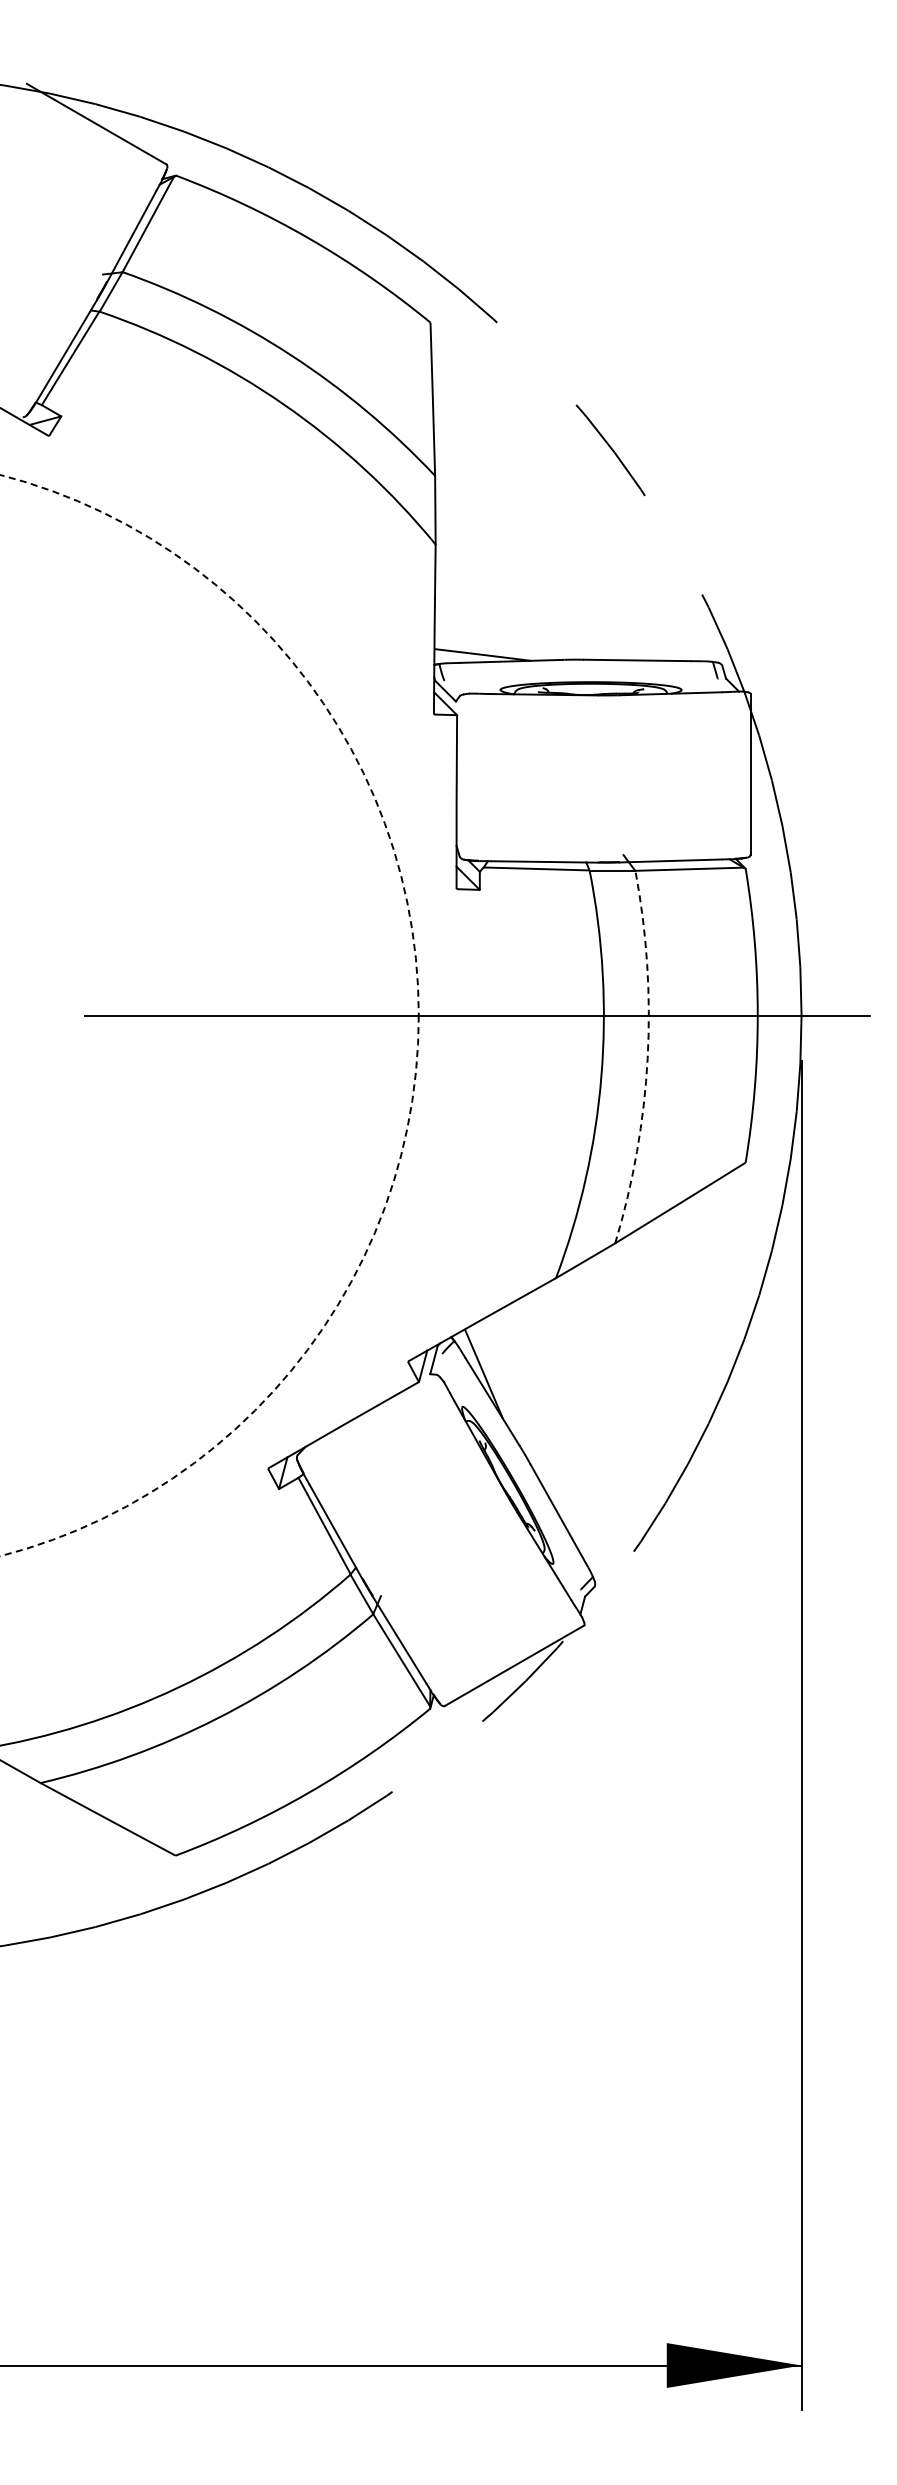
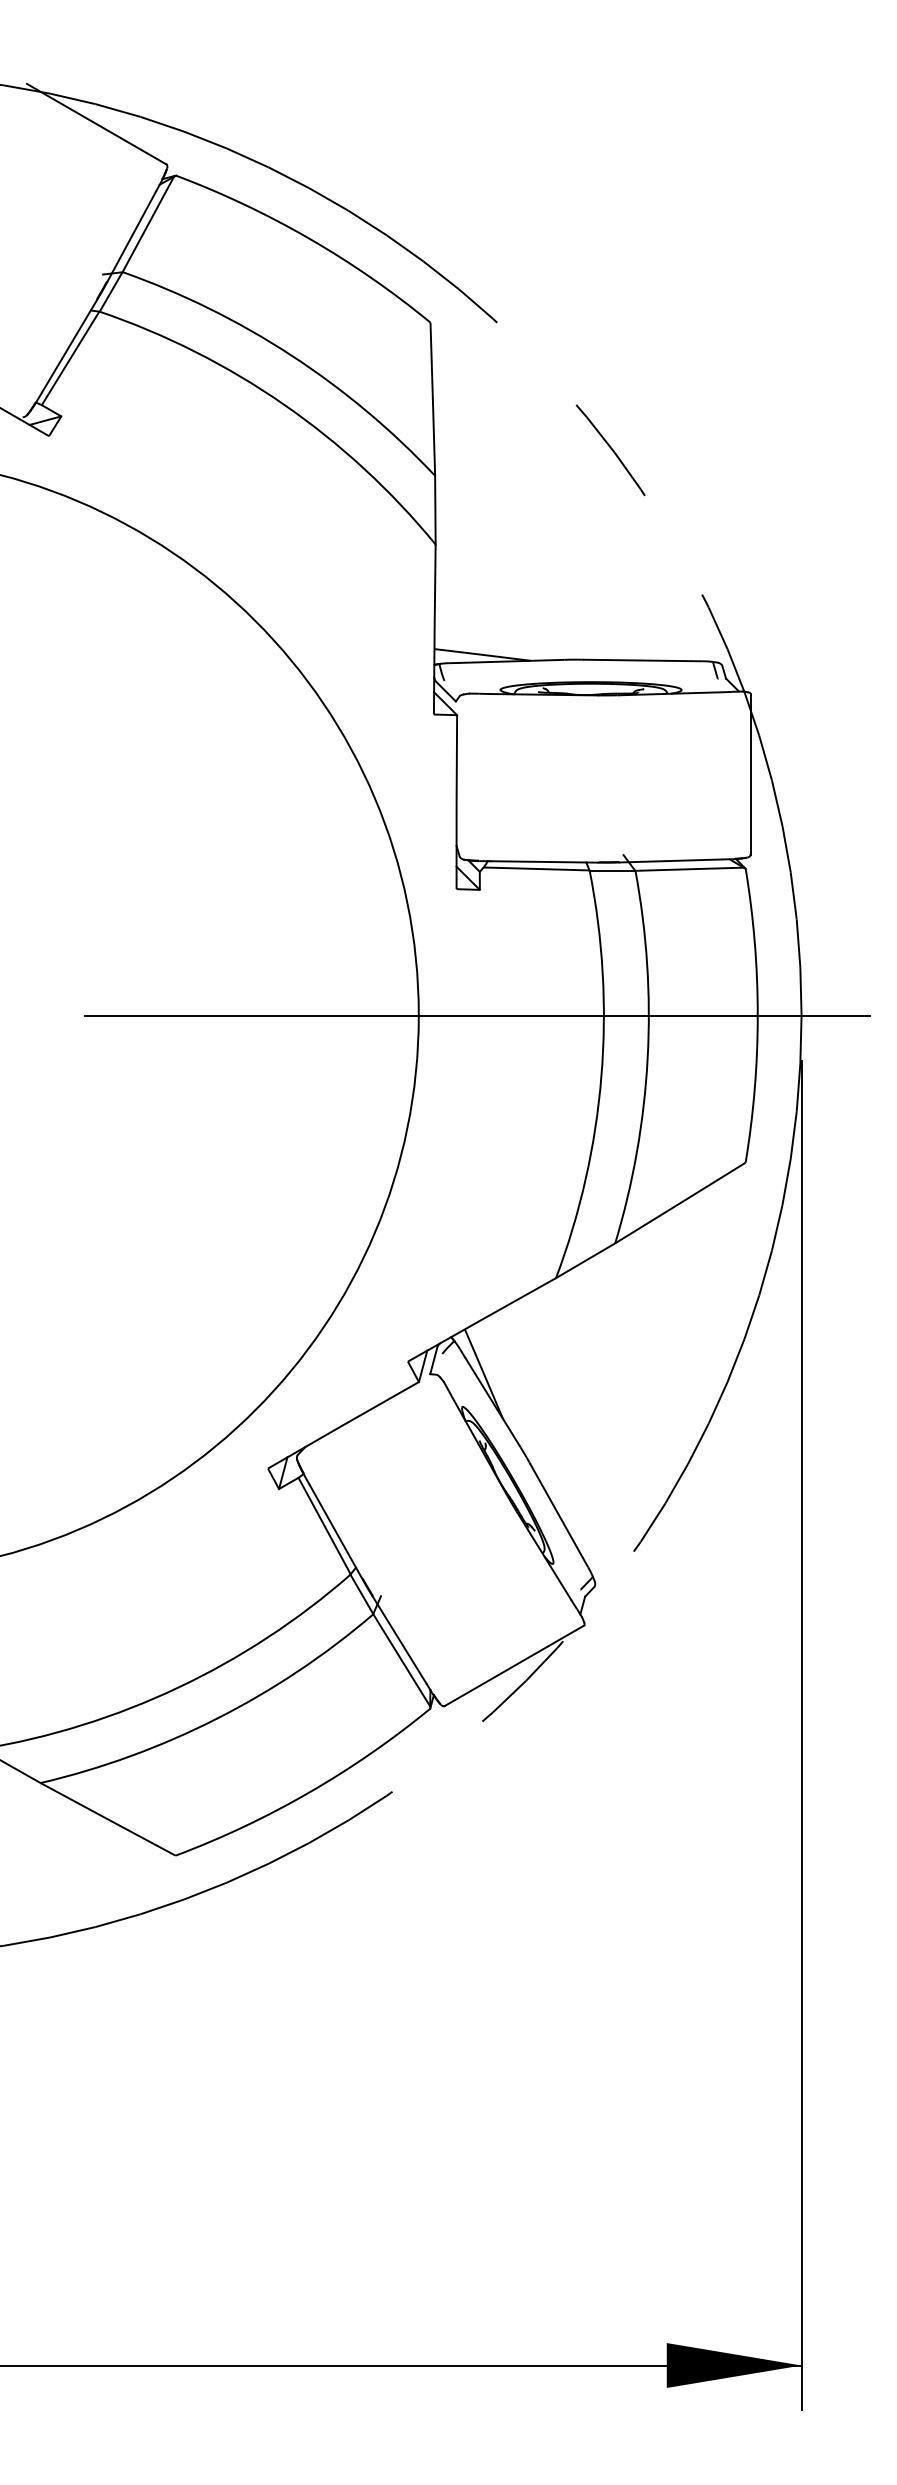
circle at (209, 1015): dashed -> solid
arc at (647, 1058): dashed -> solid
